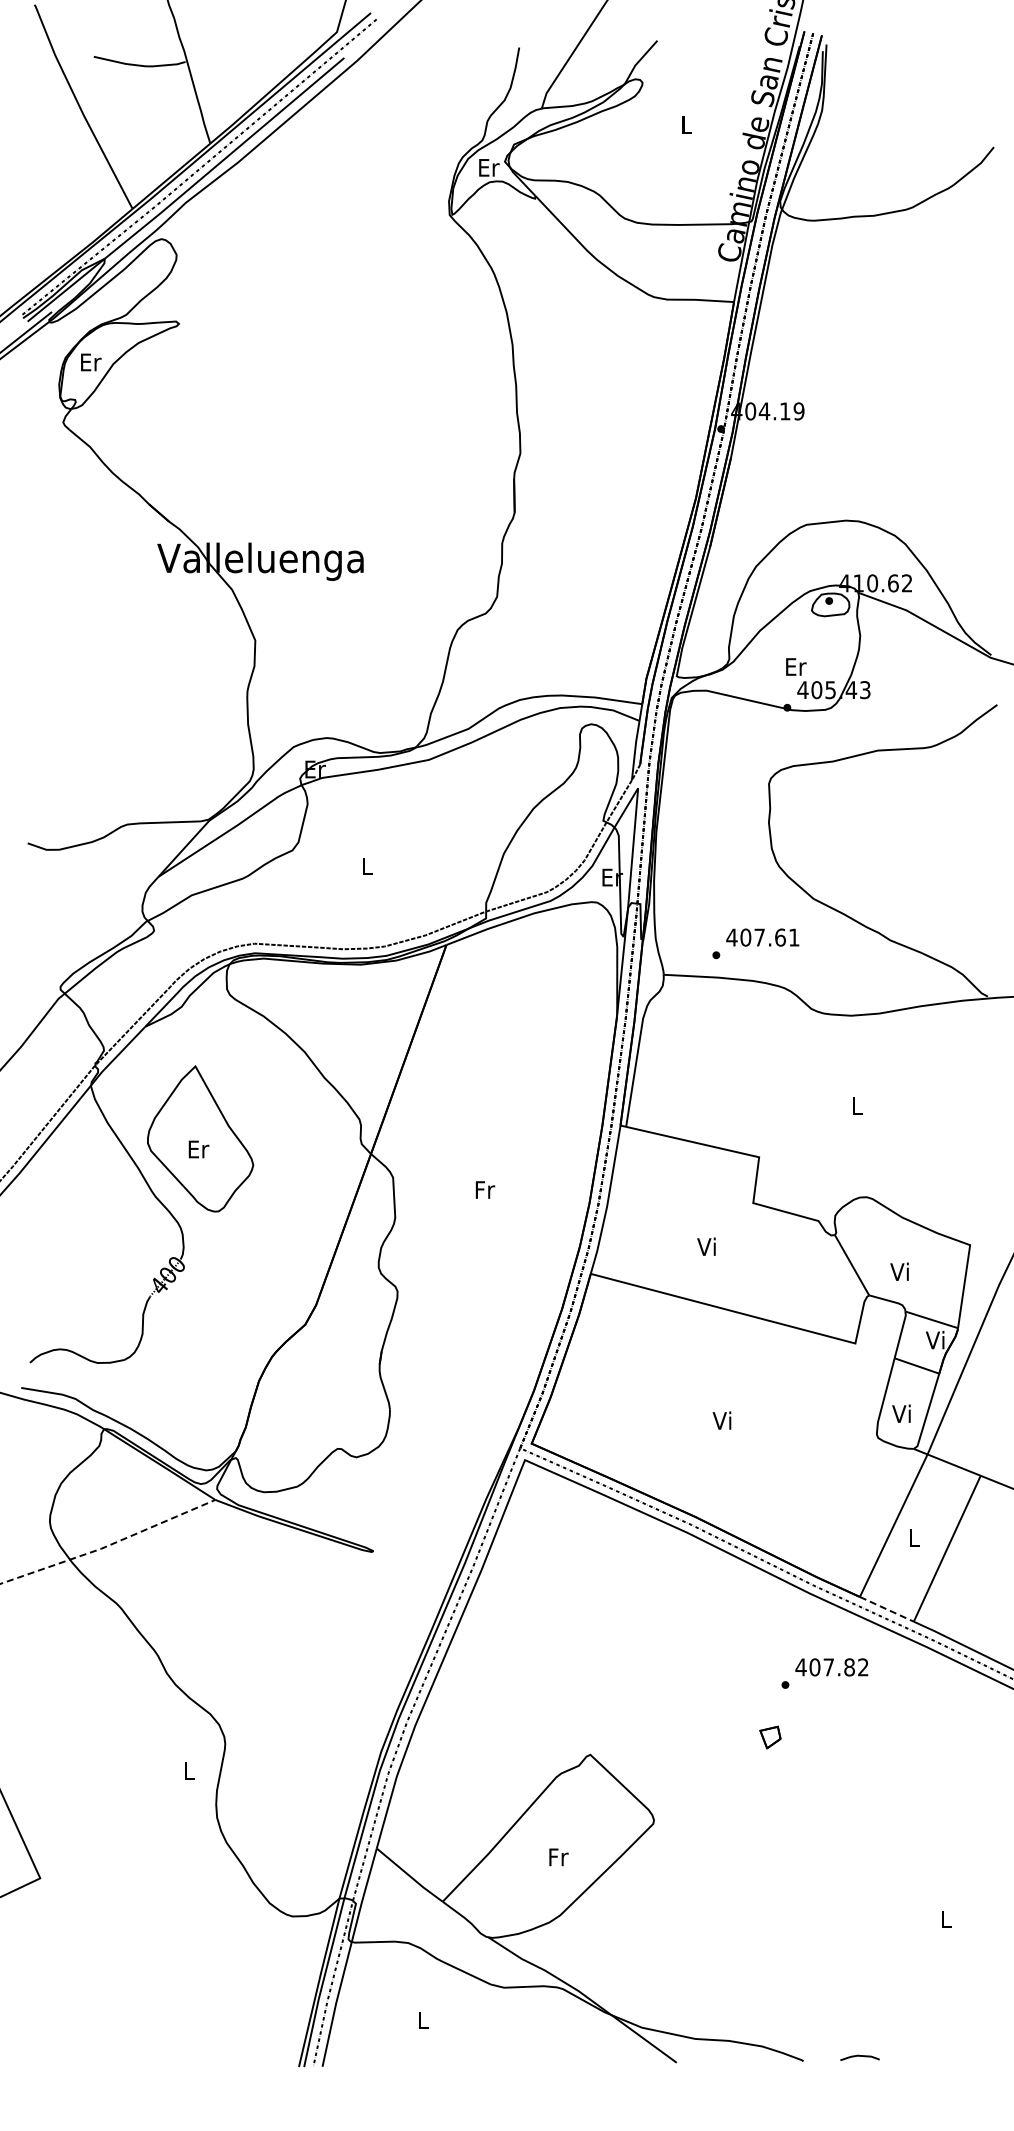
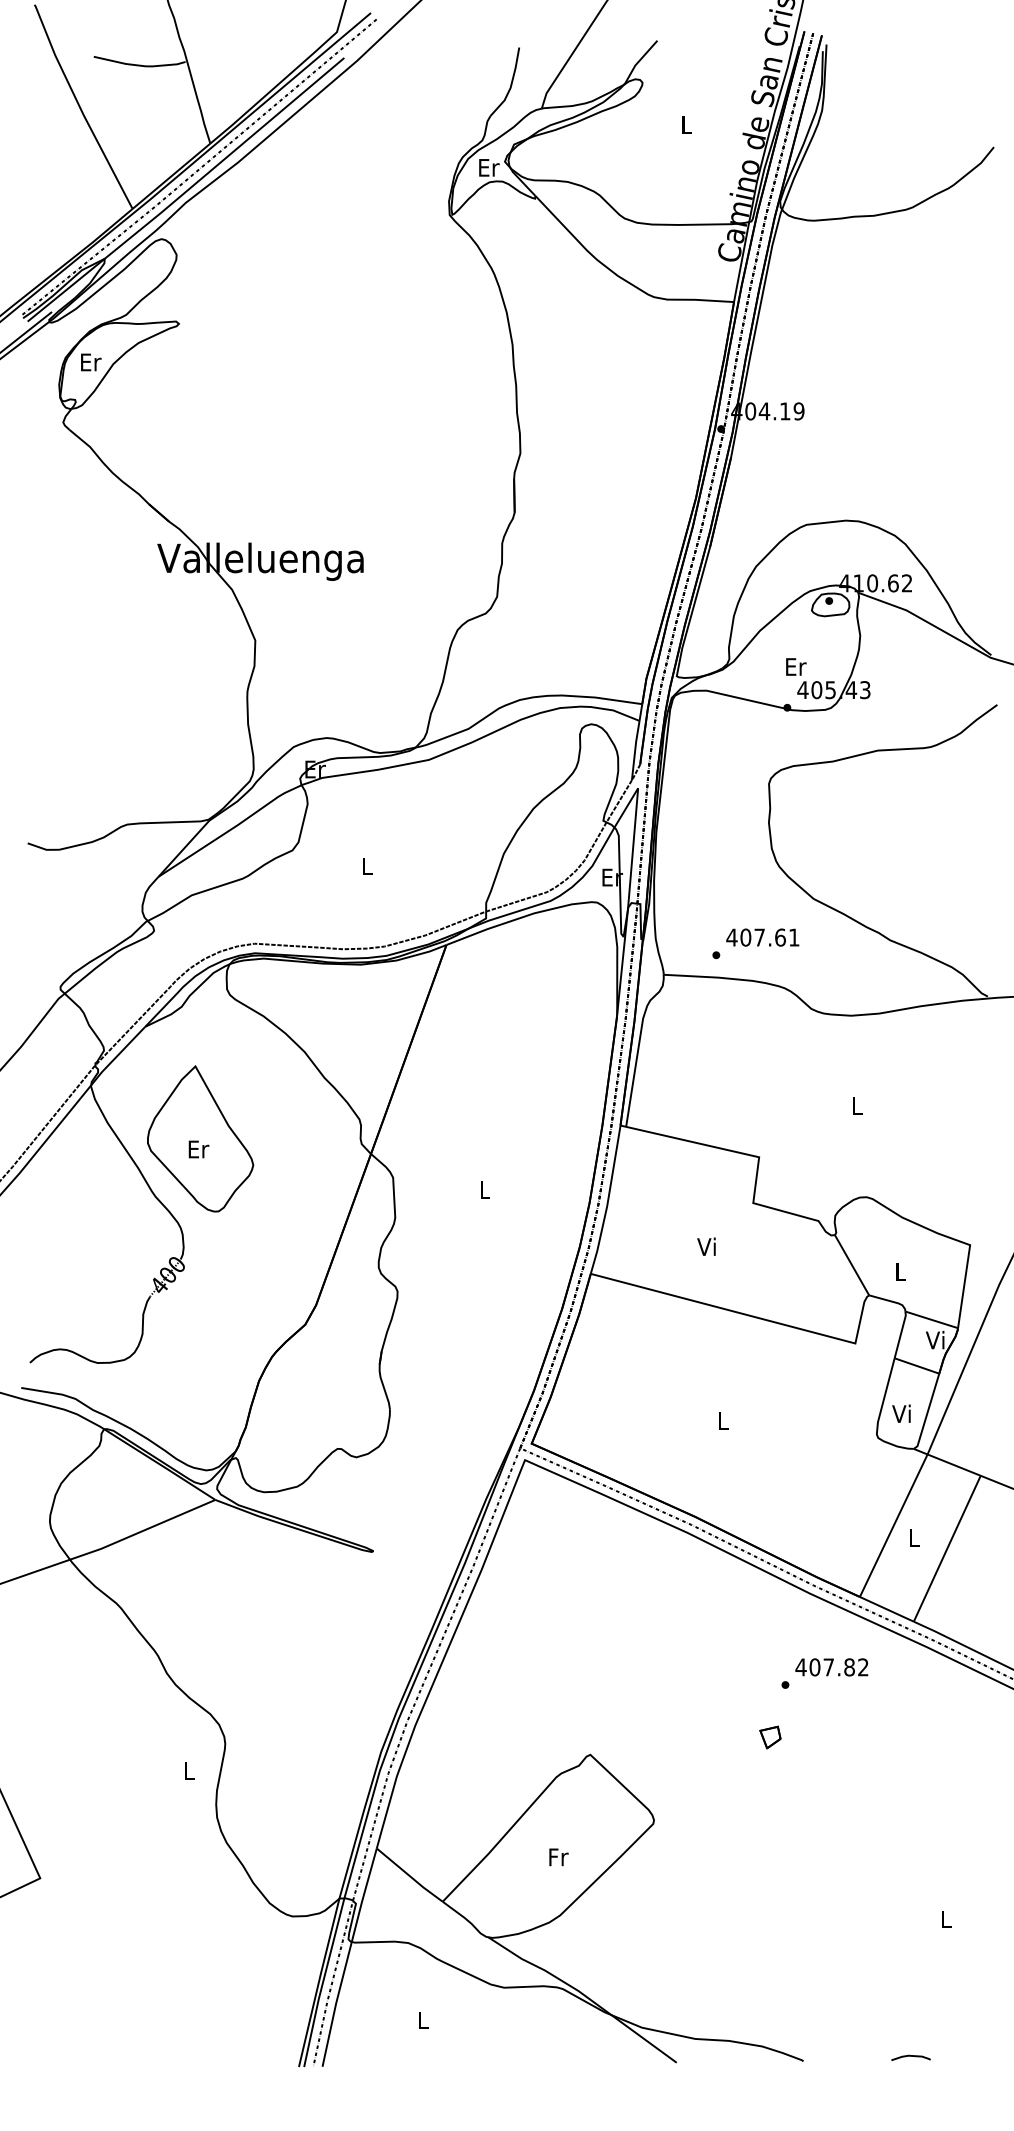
text at (485, 1189): Fr -> L
text at (899, 1271): Vi -> L
text at (721, 1420): Vi -> L
line at (109, 1545): dashed -> solid
line at (886, 1609): dashed -> solid
curve at (859, 2056) position: (859, 2056) -> (910, 2056)
